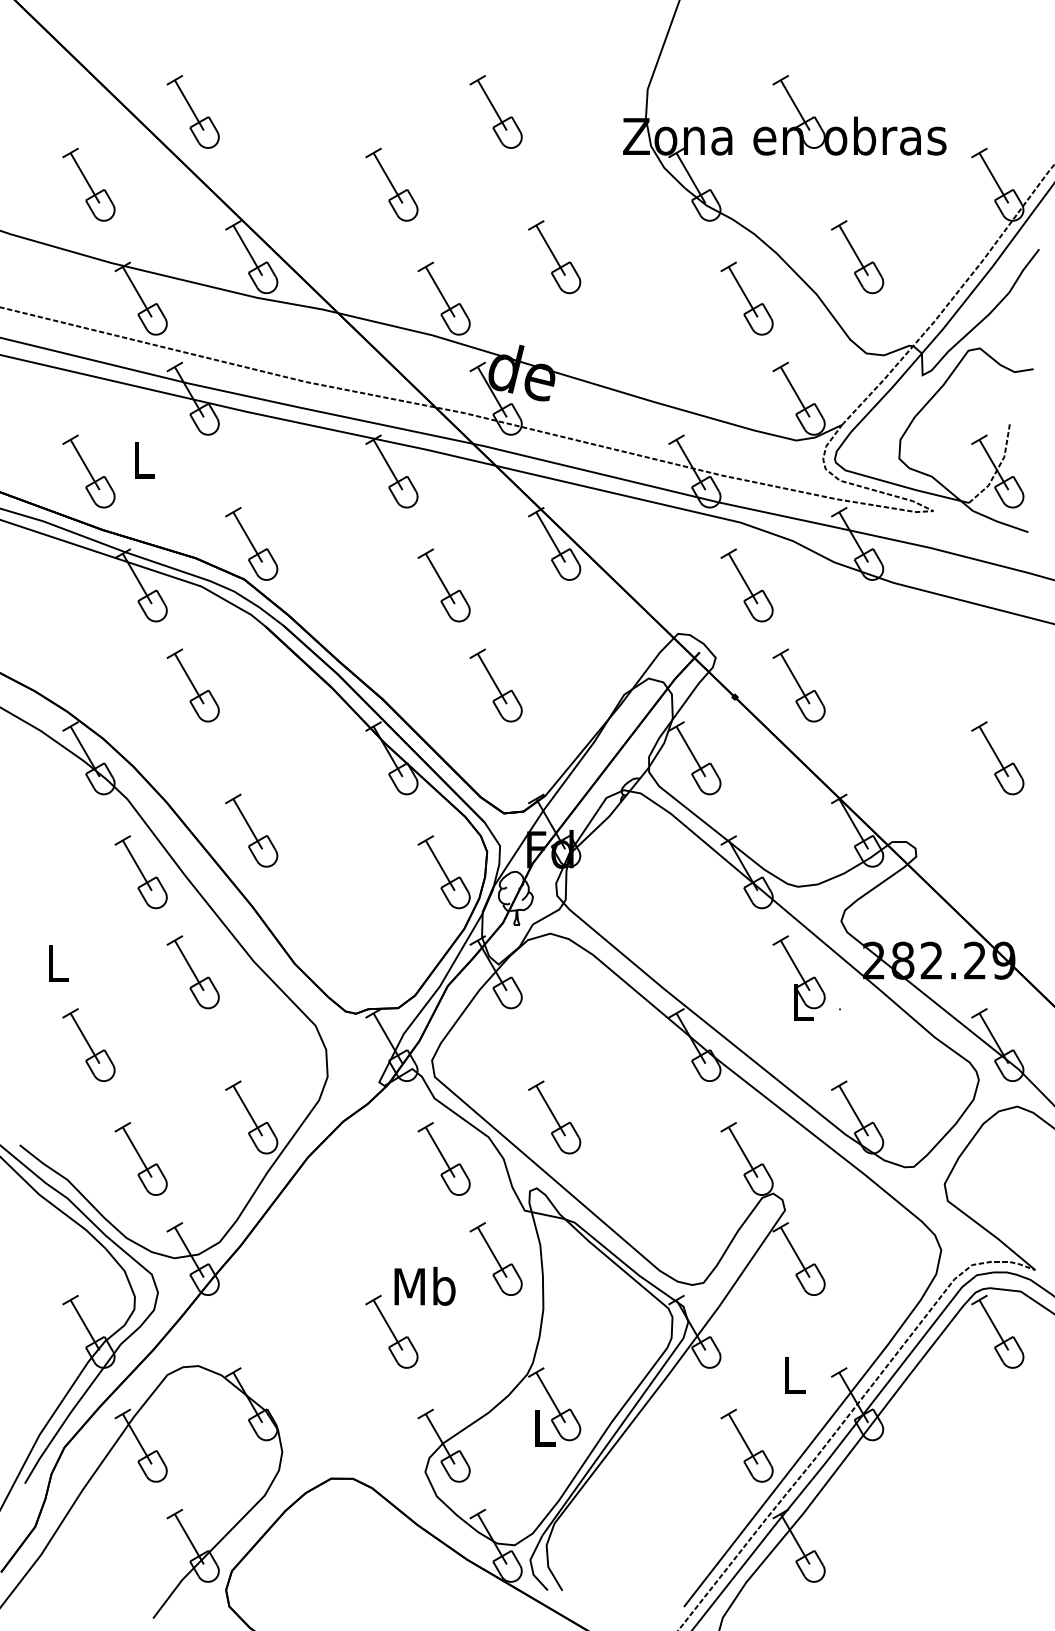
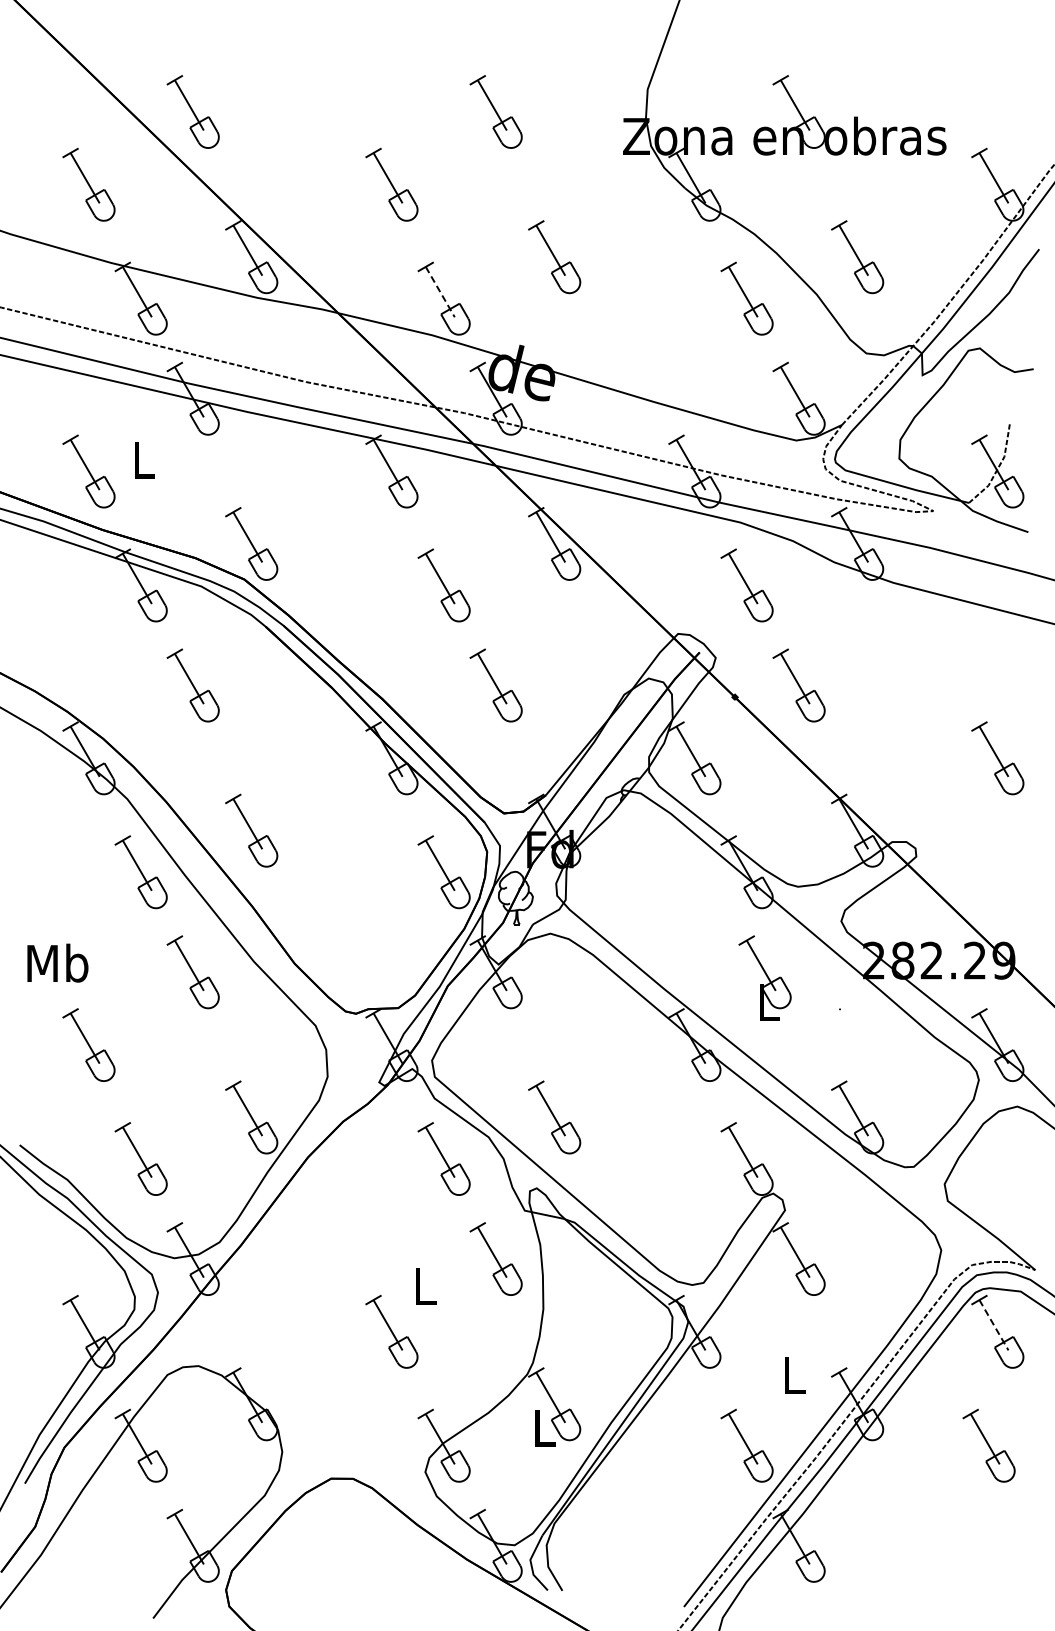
line at (440, 292): solid -> dashed
text at (57, 962): L -> Mb
part at (798, 977) position: (798, 977) -> (764, 977)
text at (424, 1285): Mb -> L
line at (994, 1325): solid -> dashed
part at (988, 1445): none -> present
